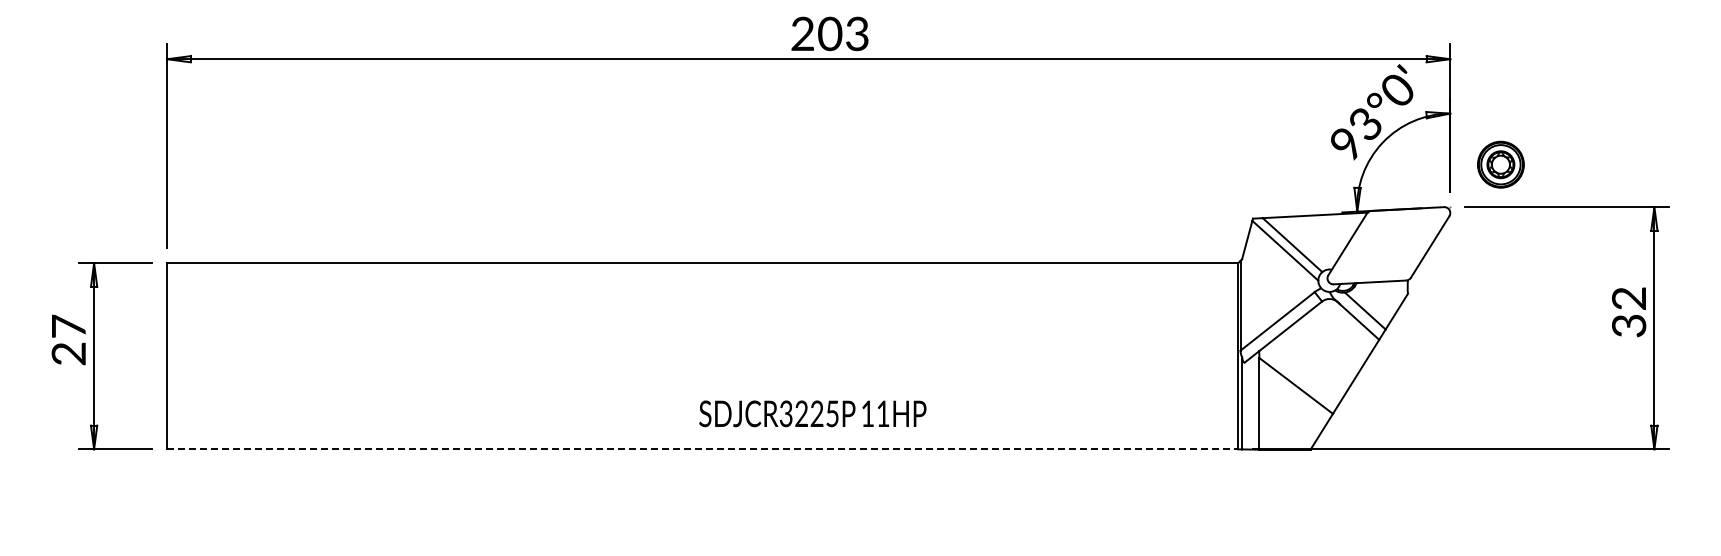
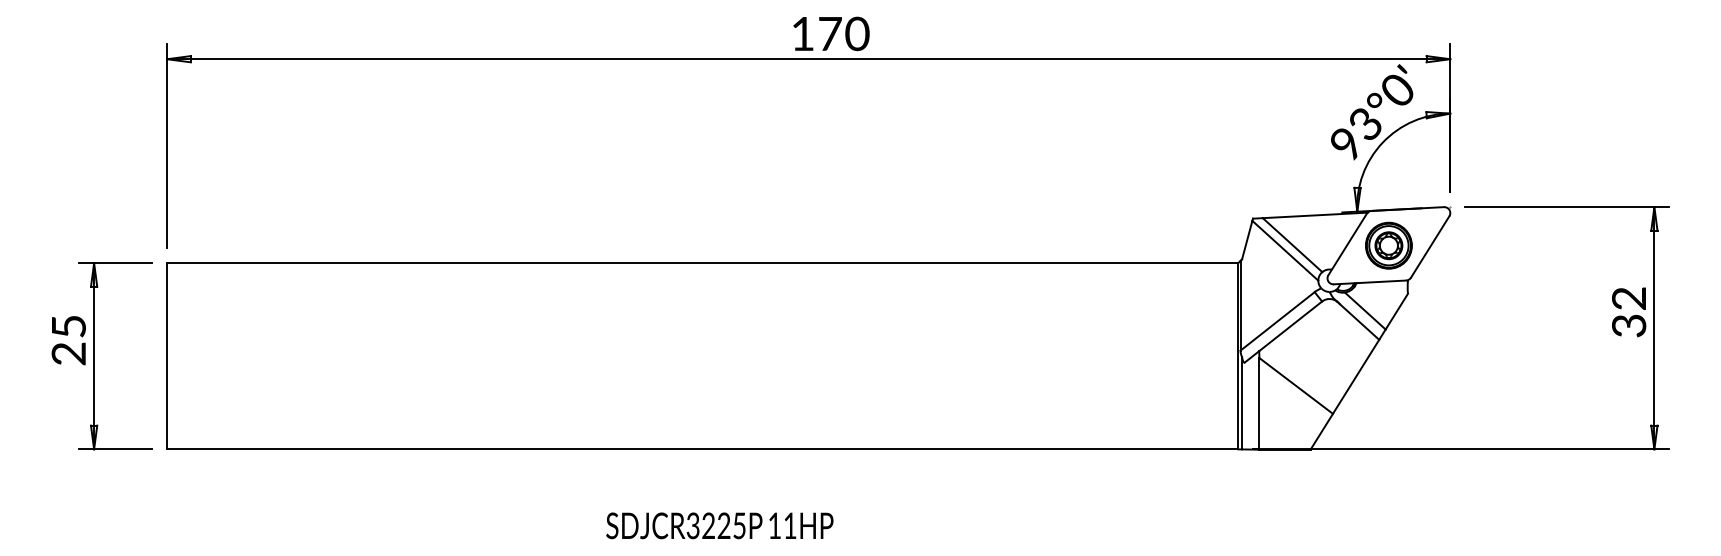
text at (830, 33): 203 -> 170
part at (1500, 164) position: (1500, 164) -> (1388, 245)
text at (68, 325): 27 -> 25
text at (812, 413) position: (812, 413) -> (719, 525)
line at (702, 449): dashed -> solid
